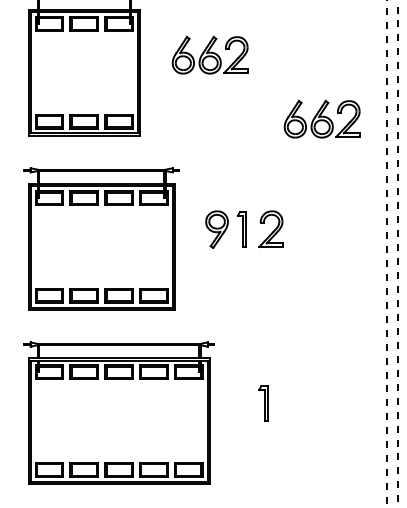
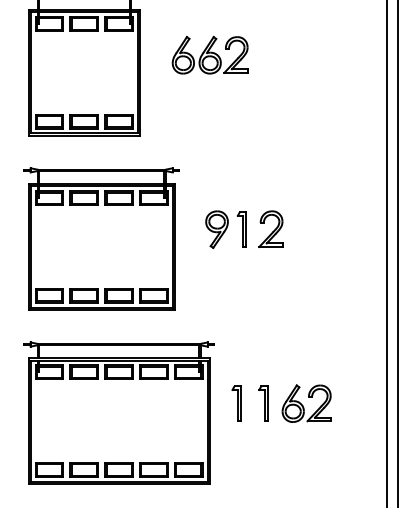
part at (321, 118): present -> none
line at (387, 253): dashed -> solid
line at (397, 254): dashed -> solid
part at (236, 403): none -> present
part at (306, 403): none -> present
